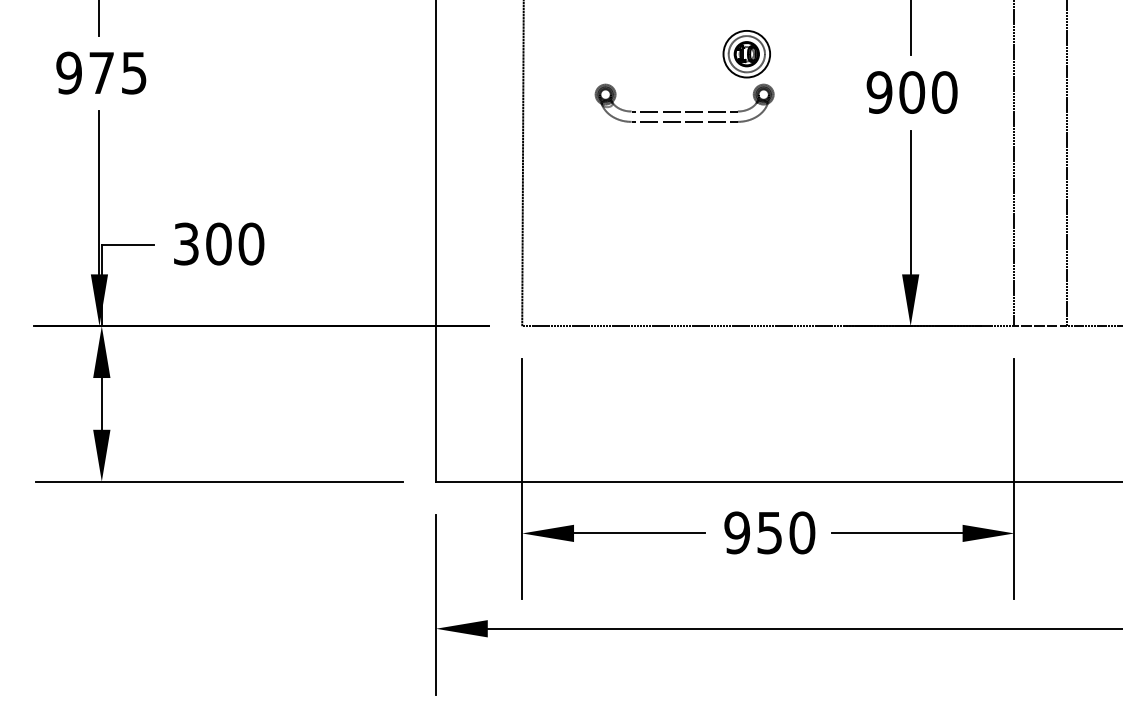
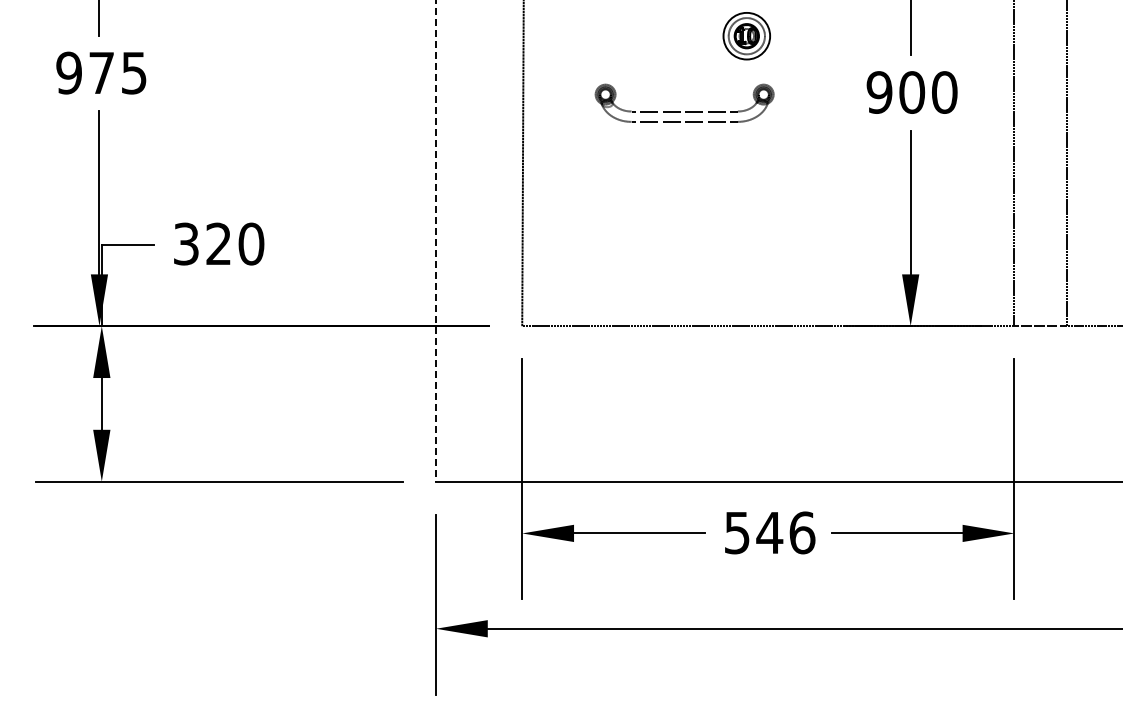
part at (746, 54) position: (746, 54) -> (746, 36)
line at (435, 241): solid -> dashed
text at (218, 243): 300 -> 320
text at (769, 532): 950 -> 546
